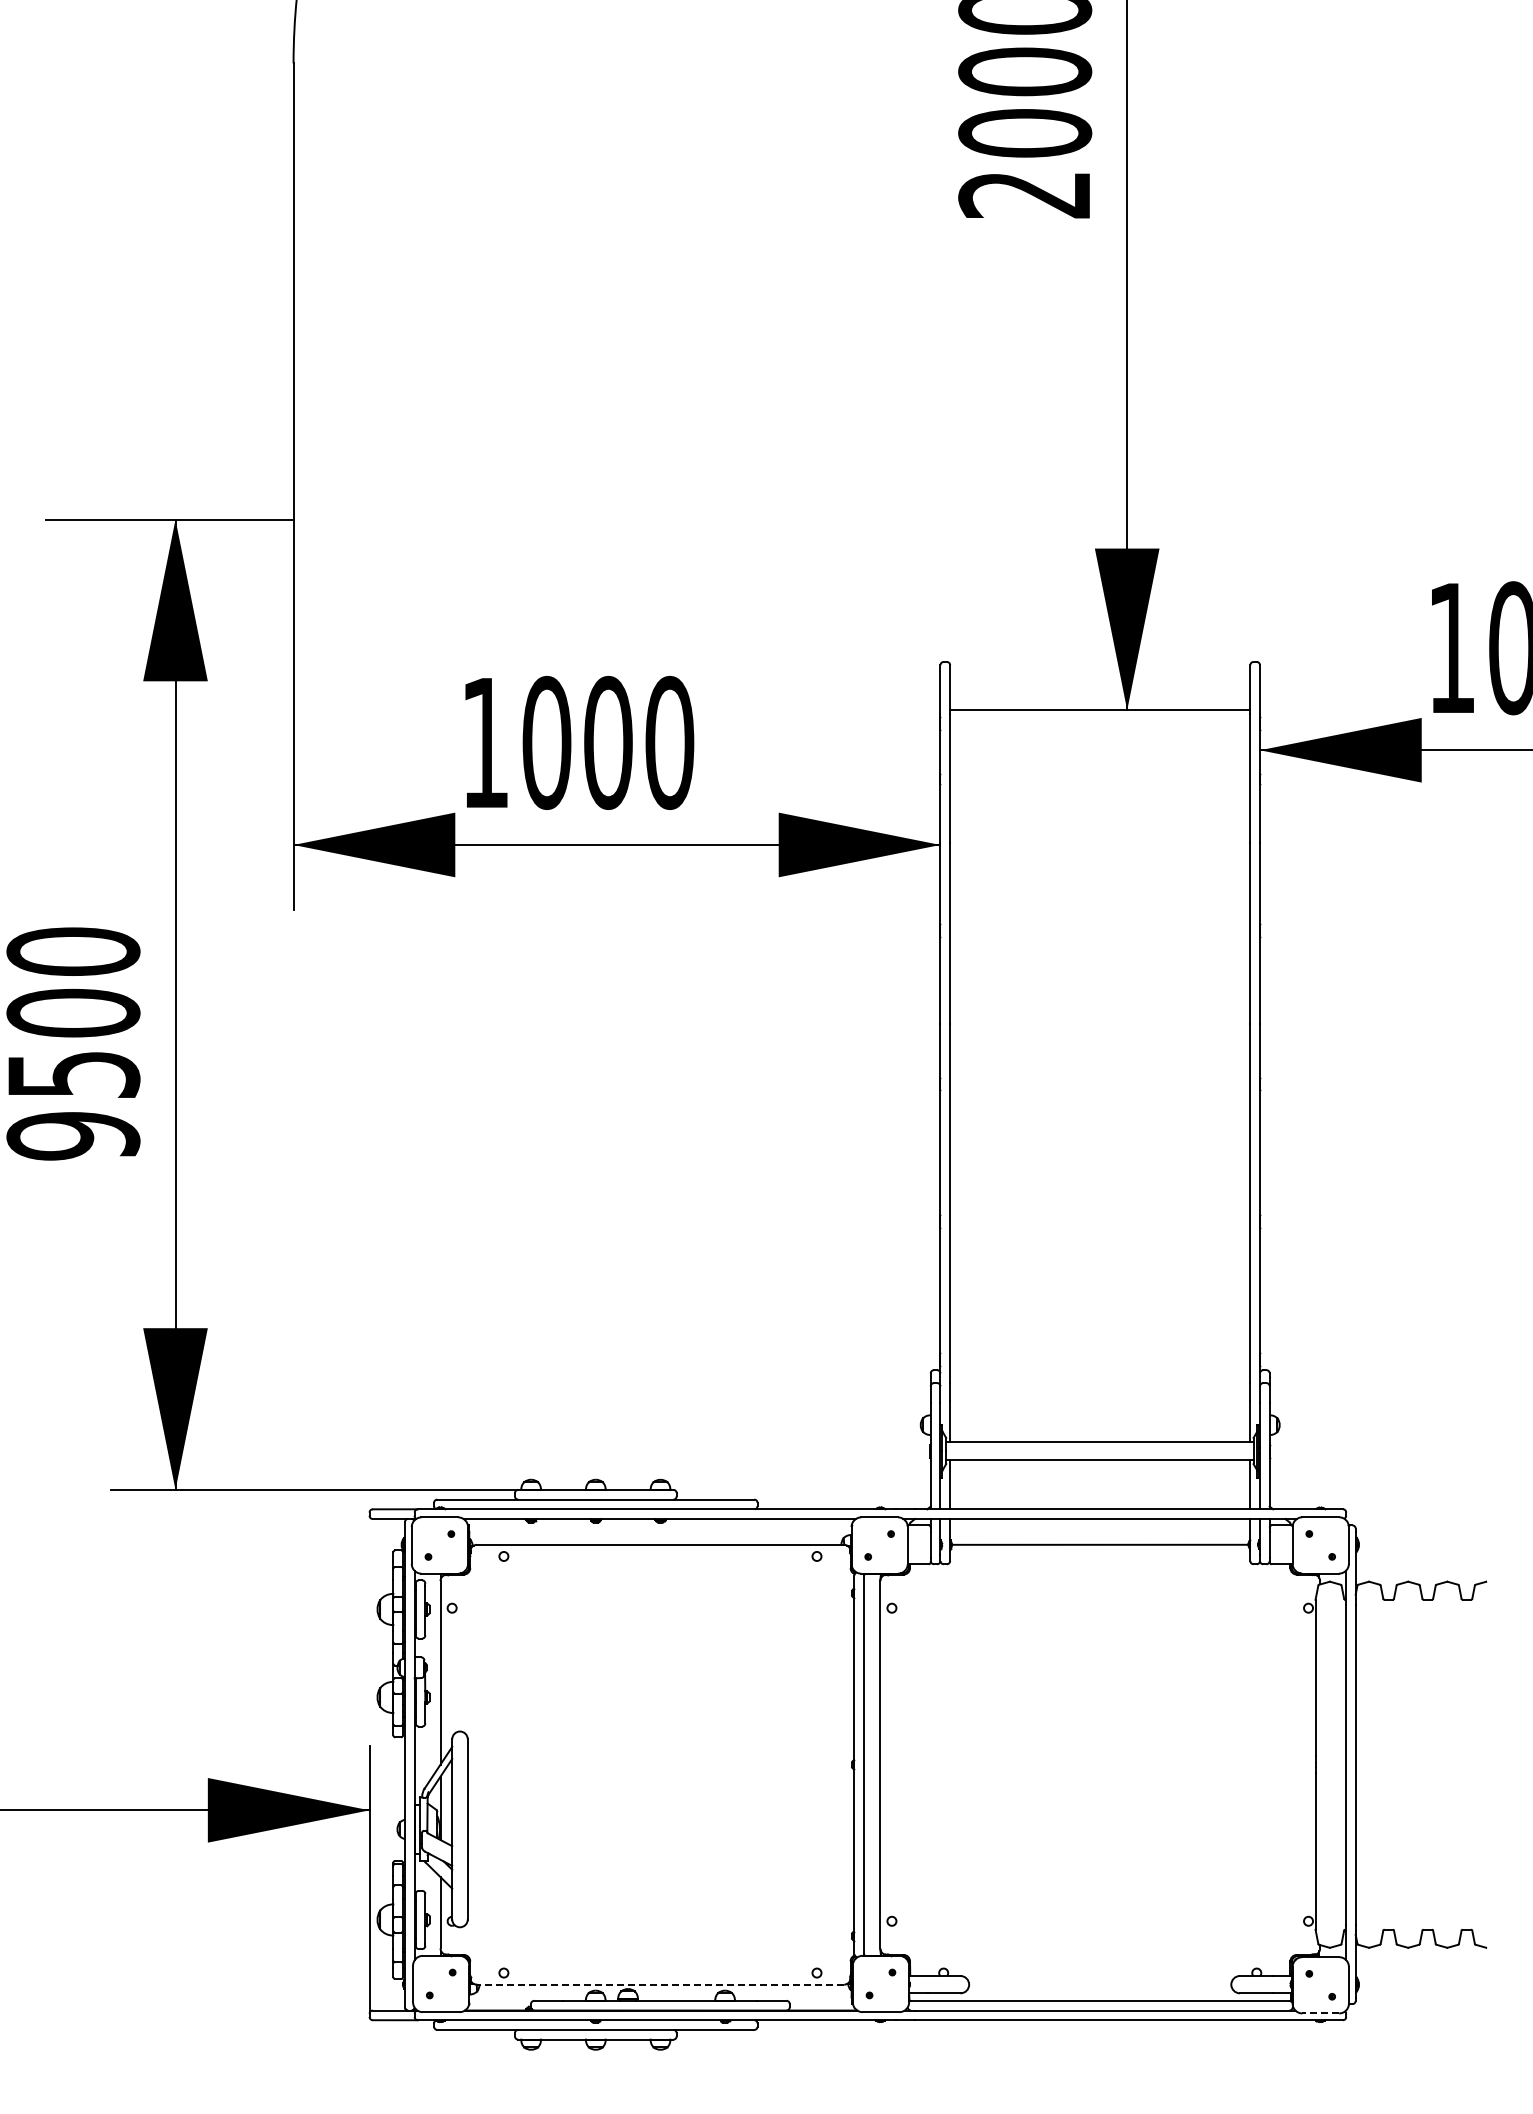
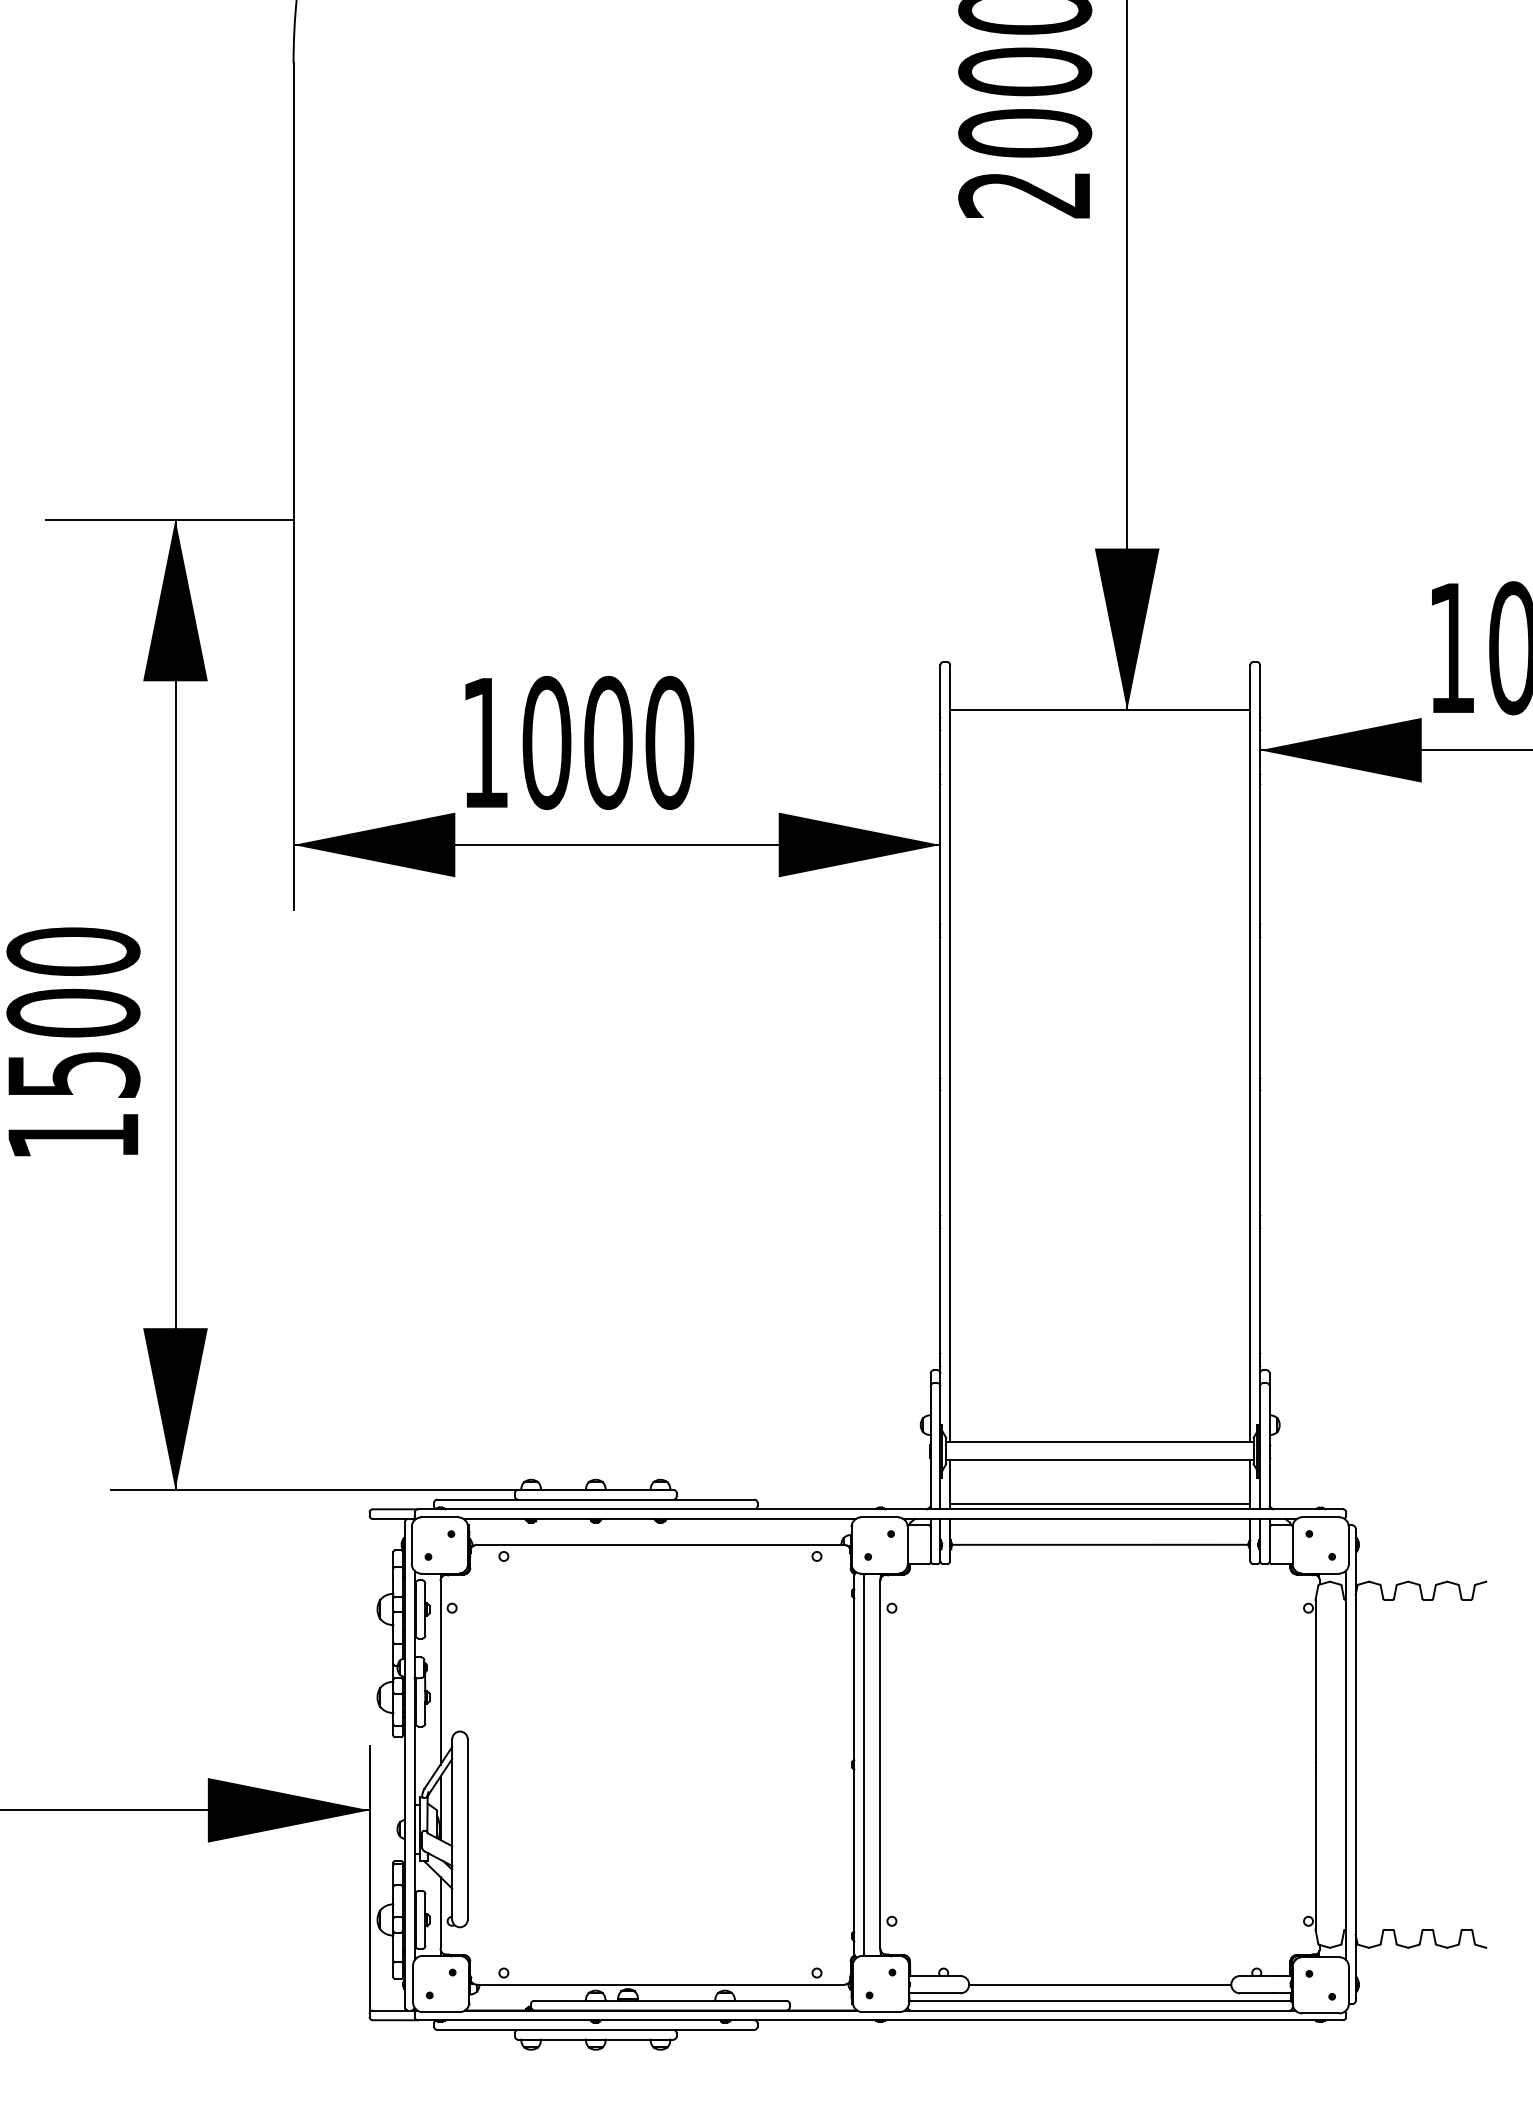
text at (73, 1136): 9500 -> 1500
line at (1100, 1504): none -> present
line at (660, 1984): dashed -> solid
line at (1100, 1984): none -> present
line at (1320, 2013): dashed -> solid
